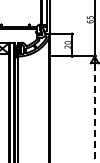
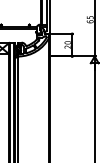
line at (94, 113): dashed -> solid
